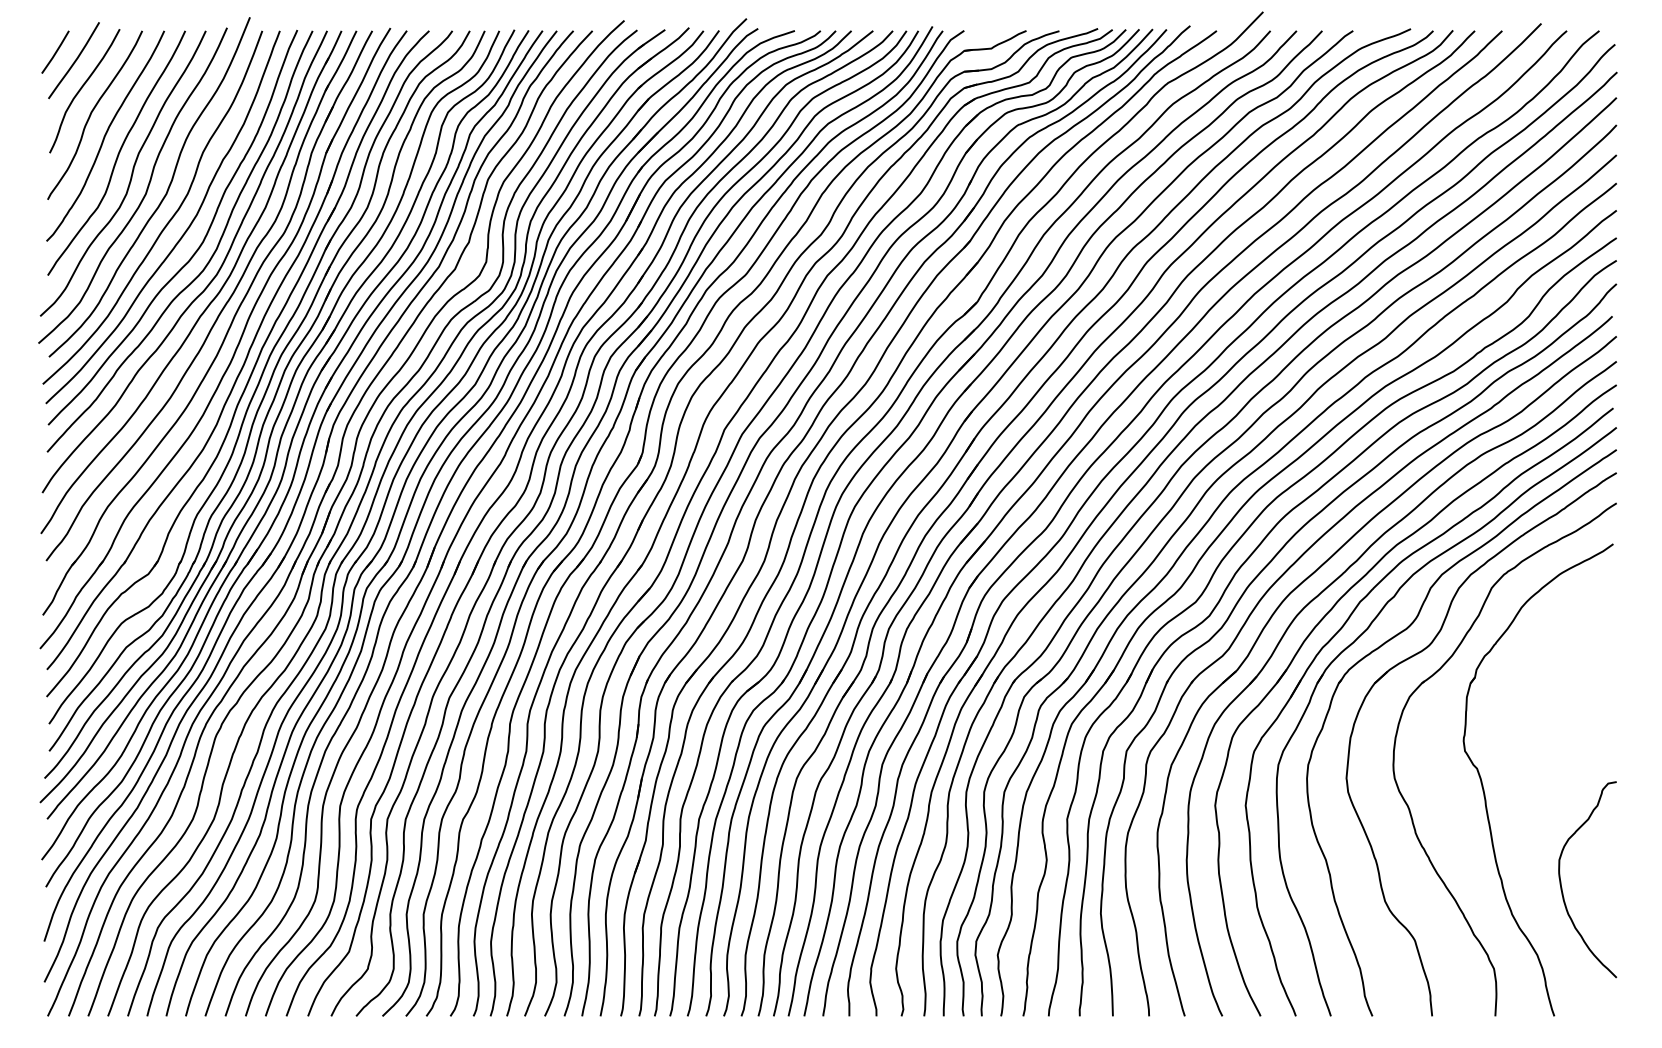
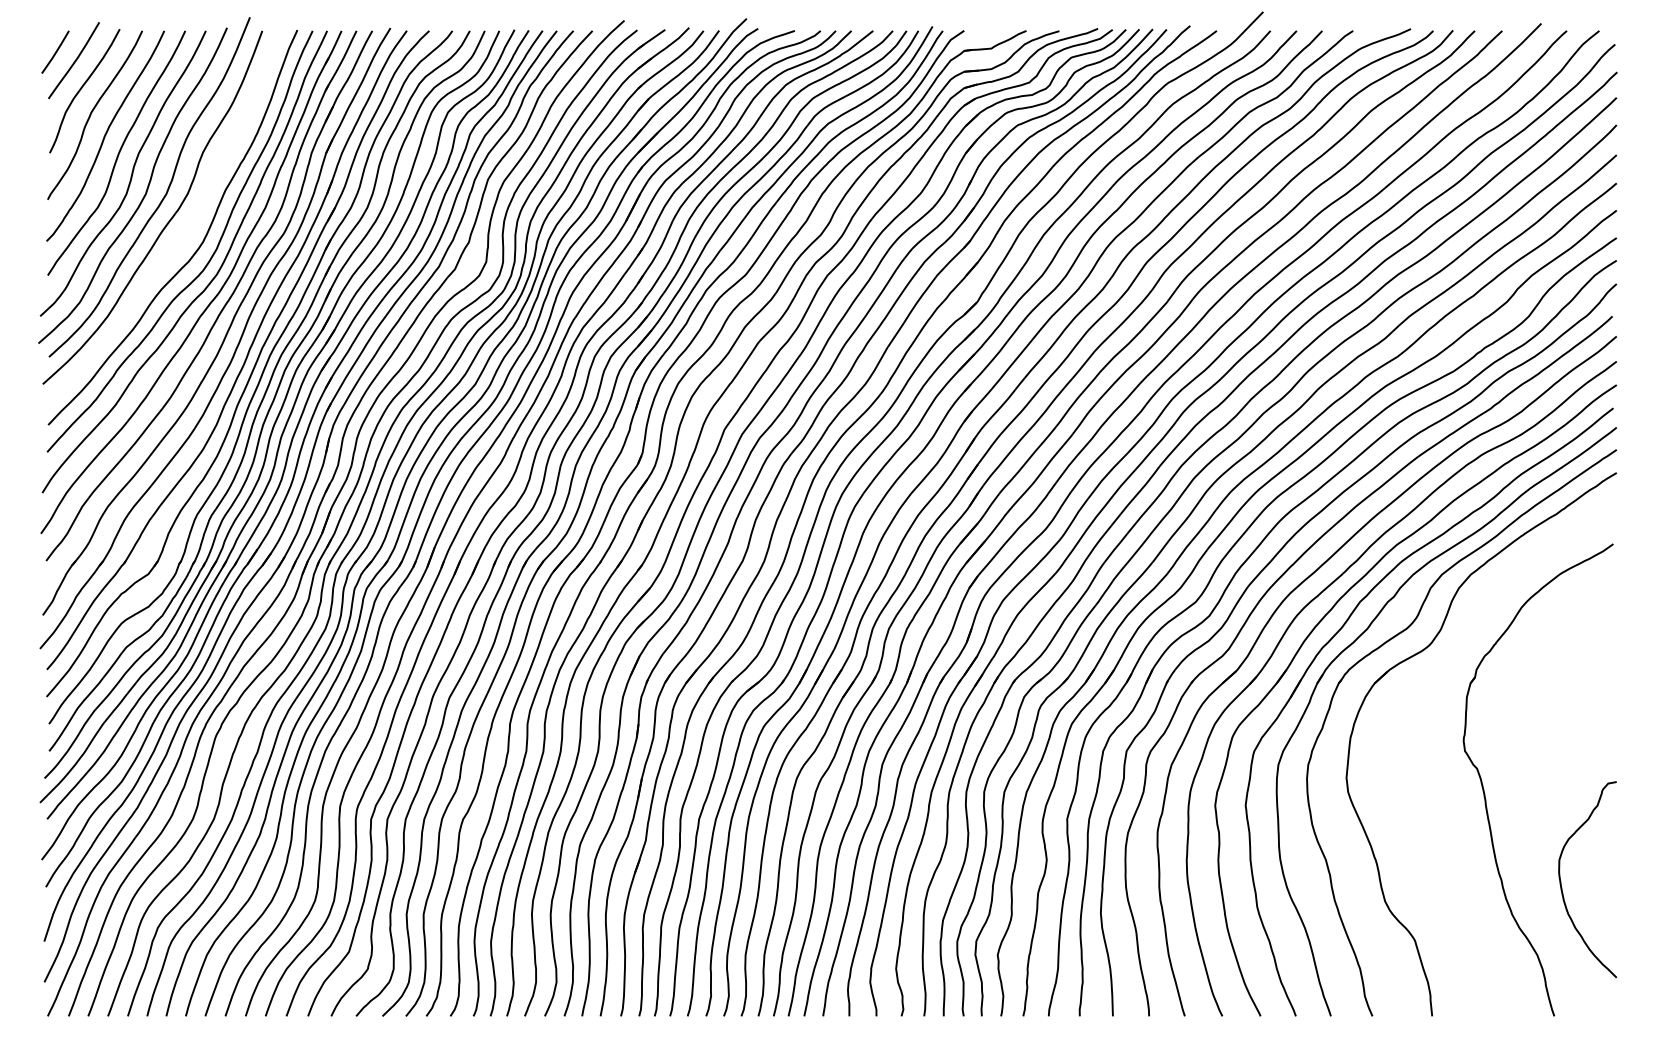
curve at (184, 231): present -> none
part at (1409, 807): present -> none
